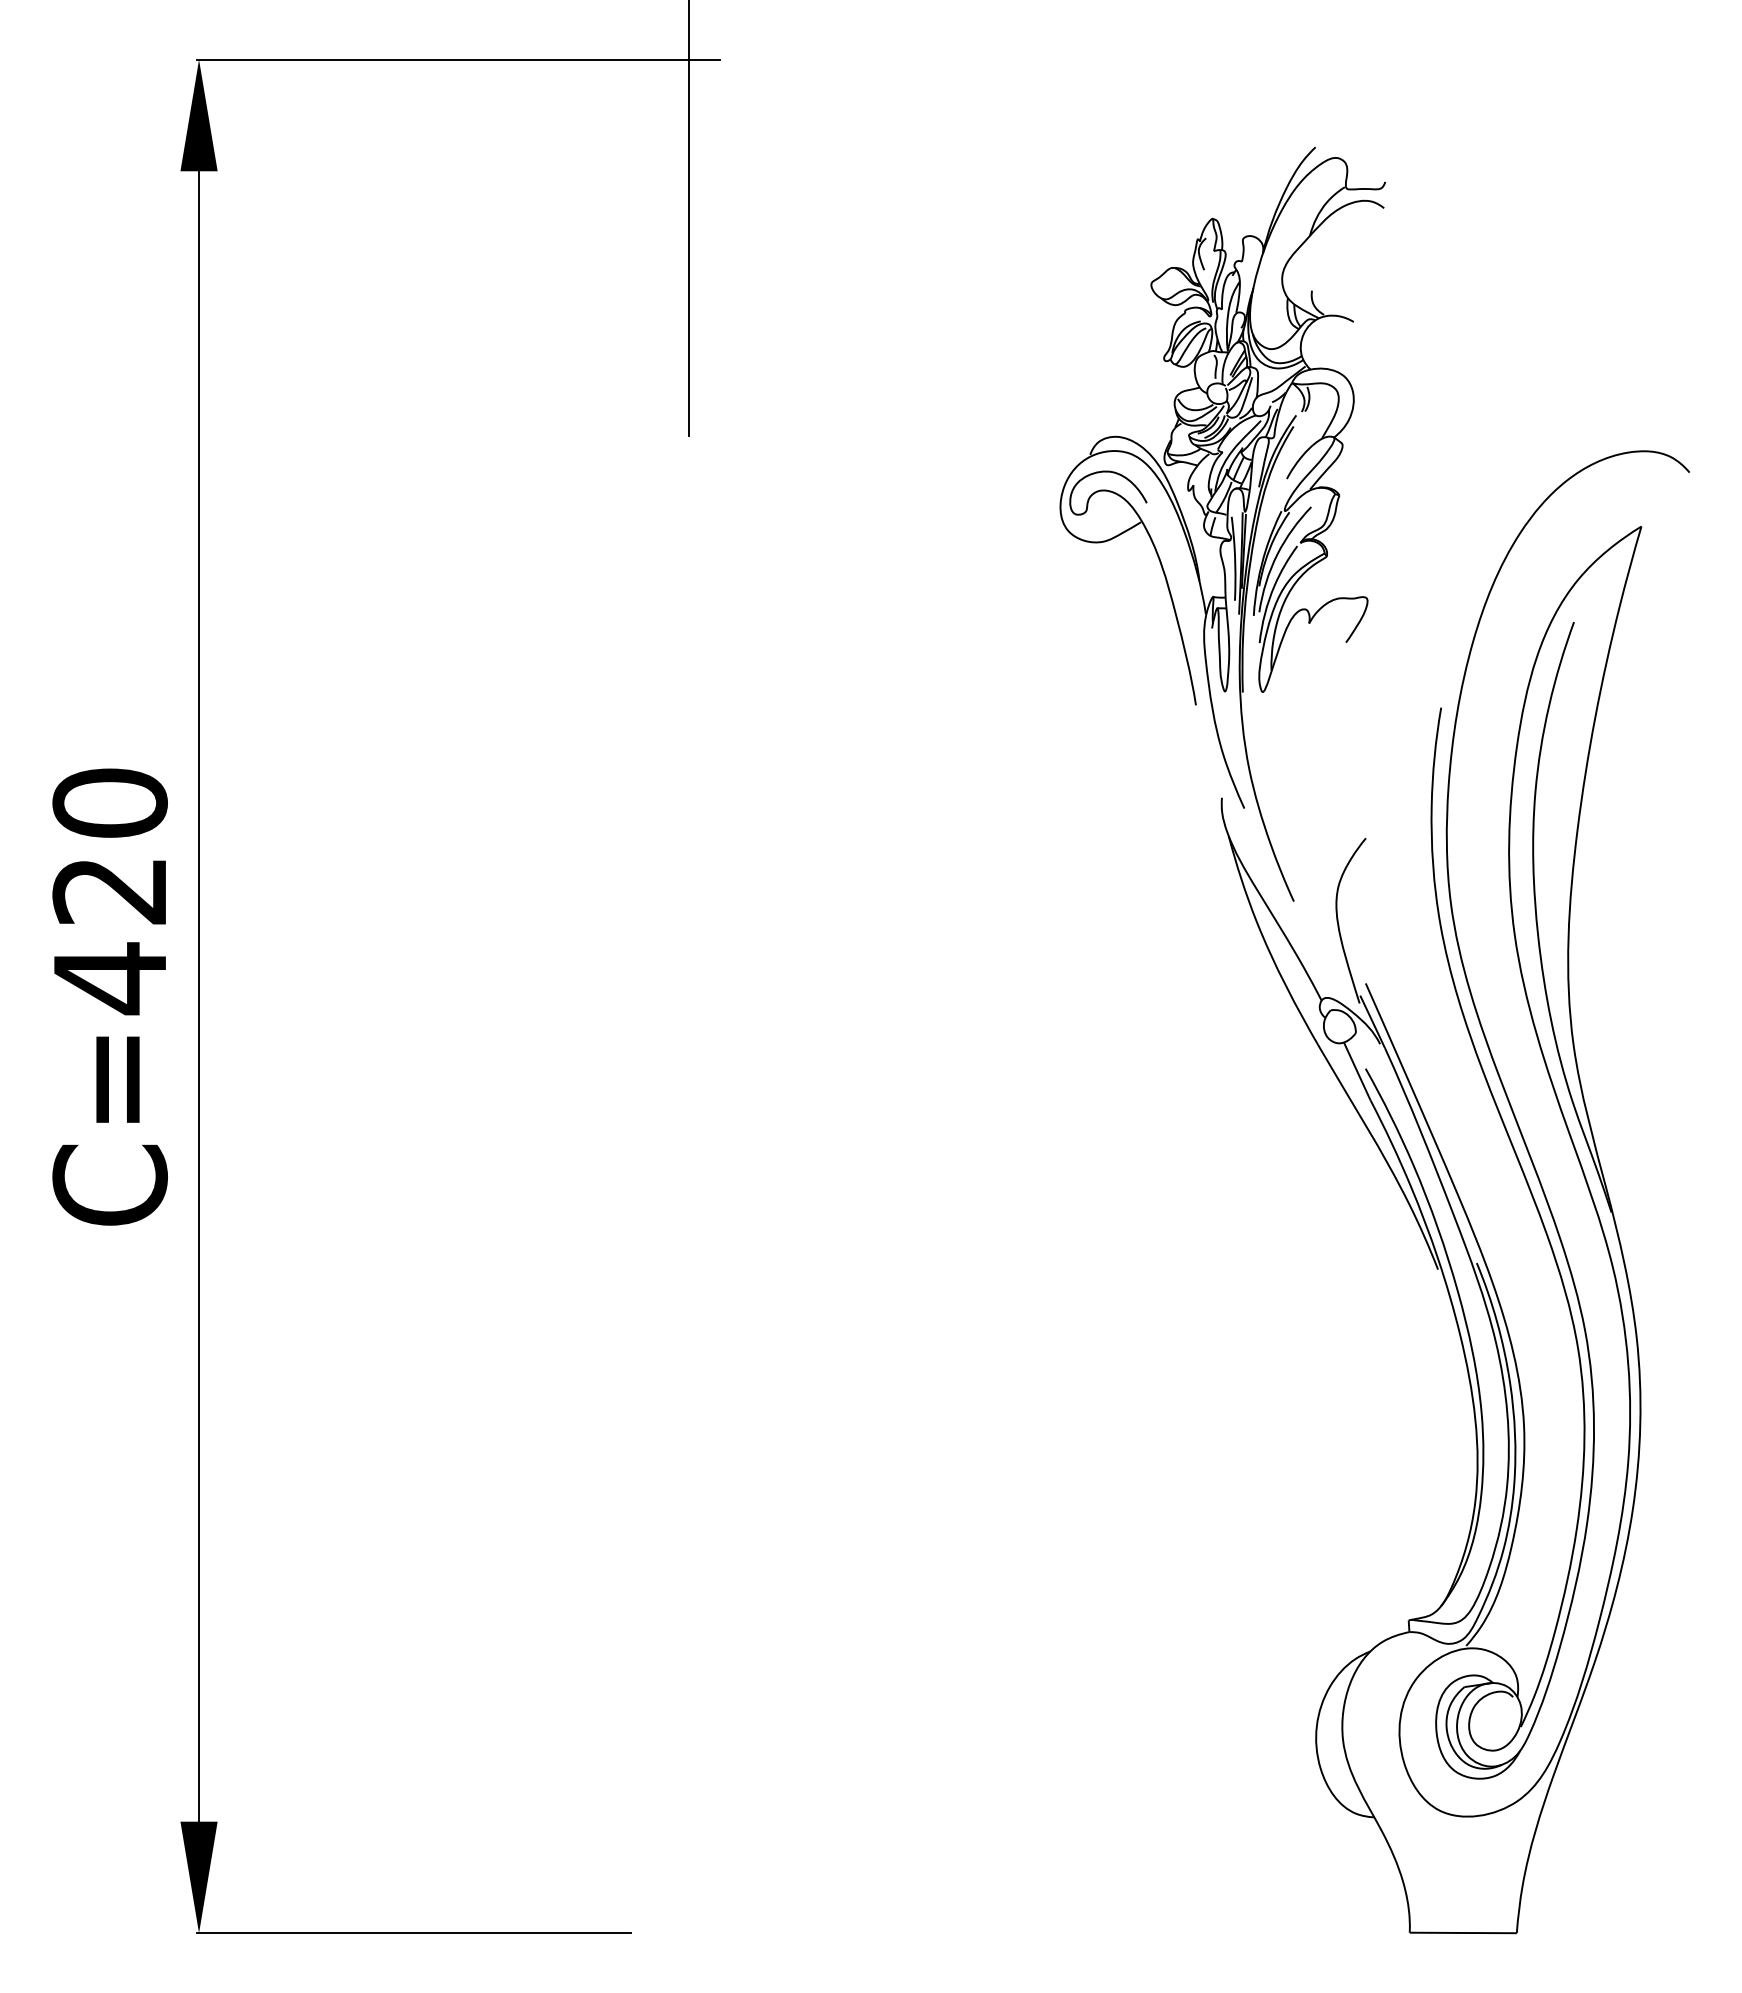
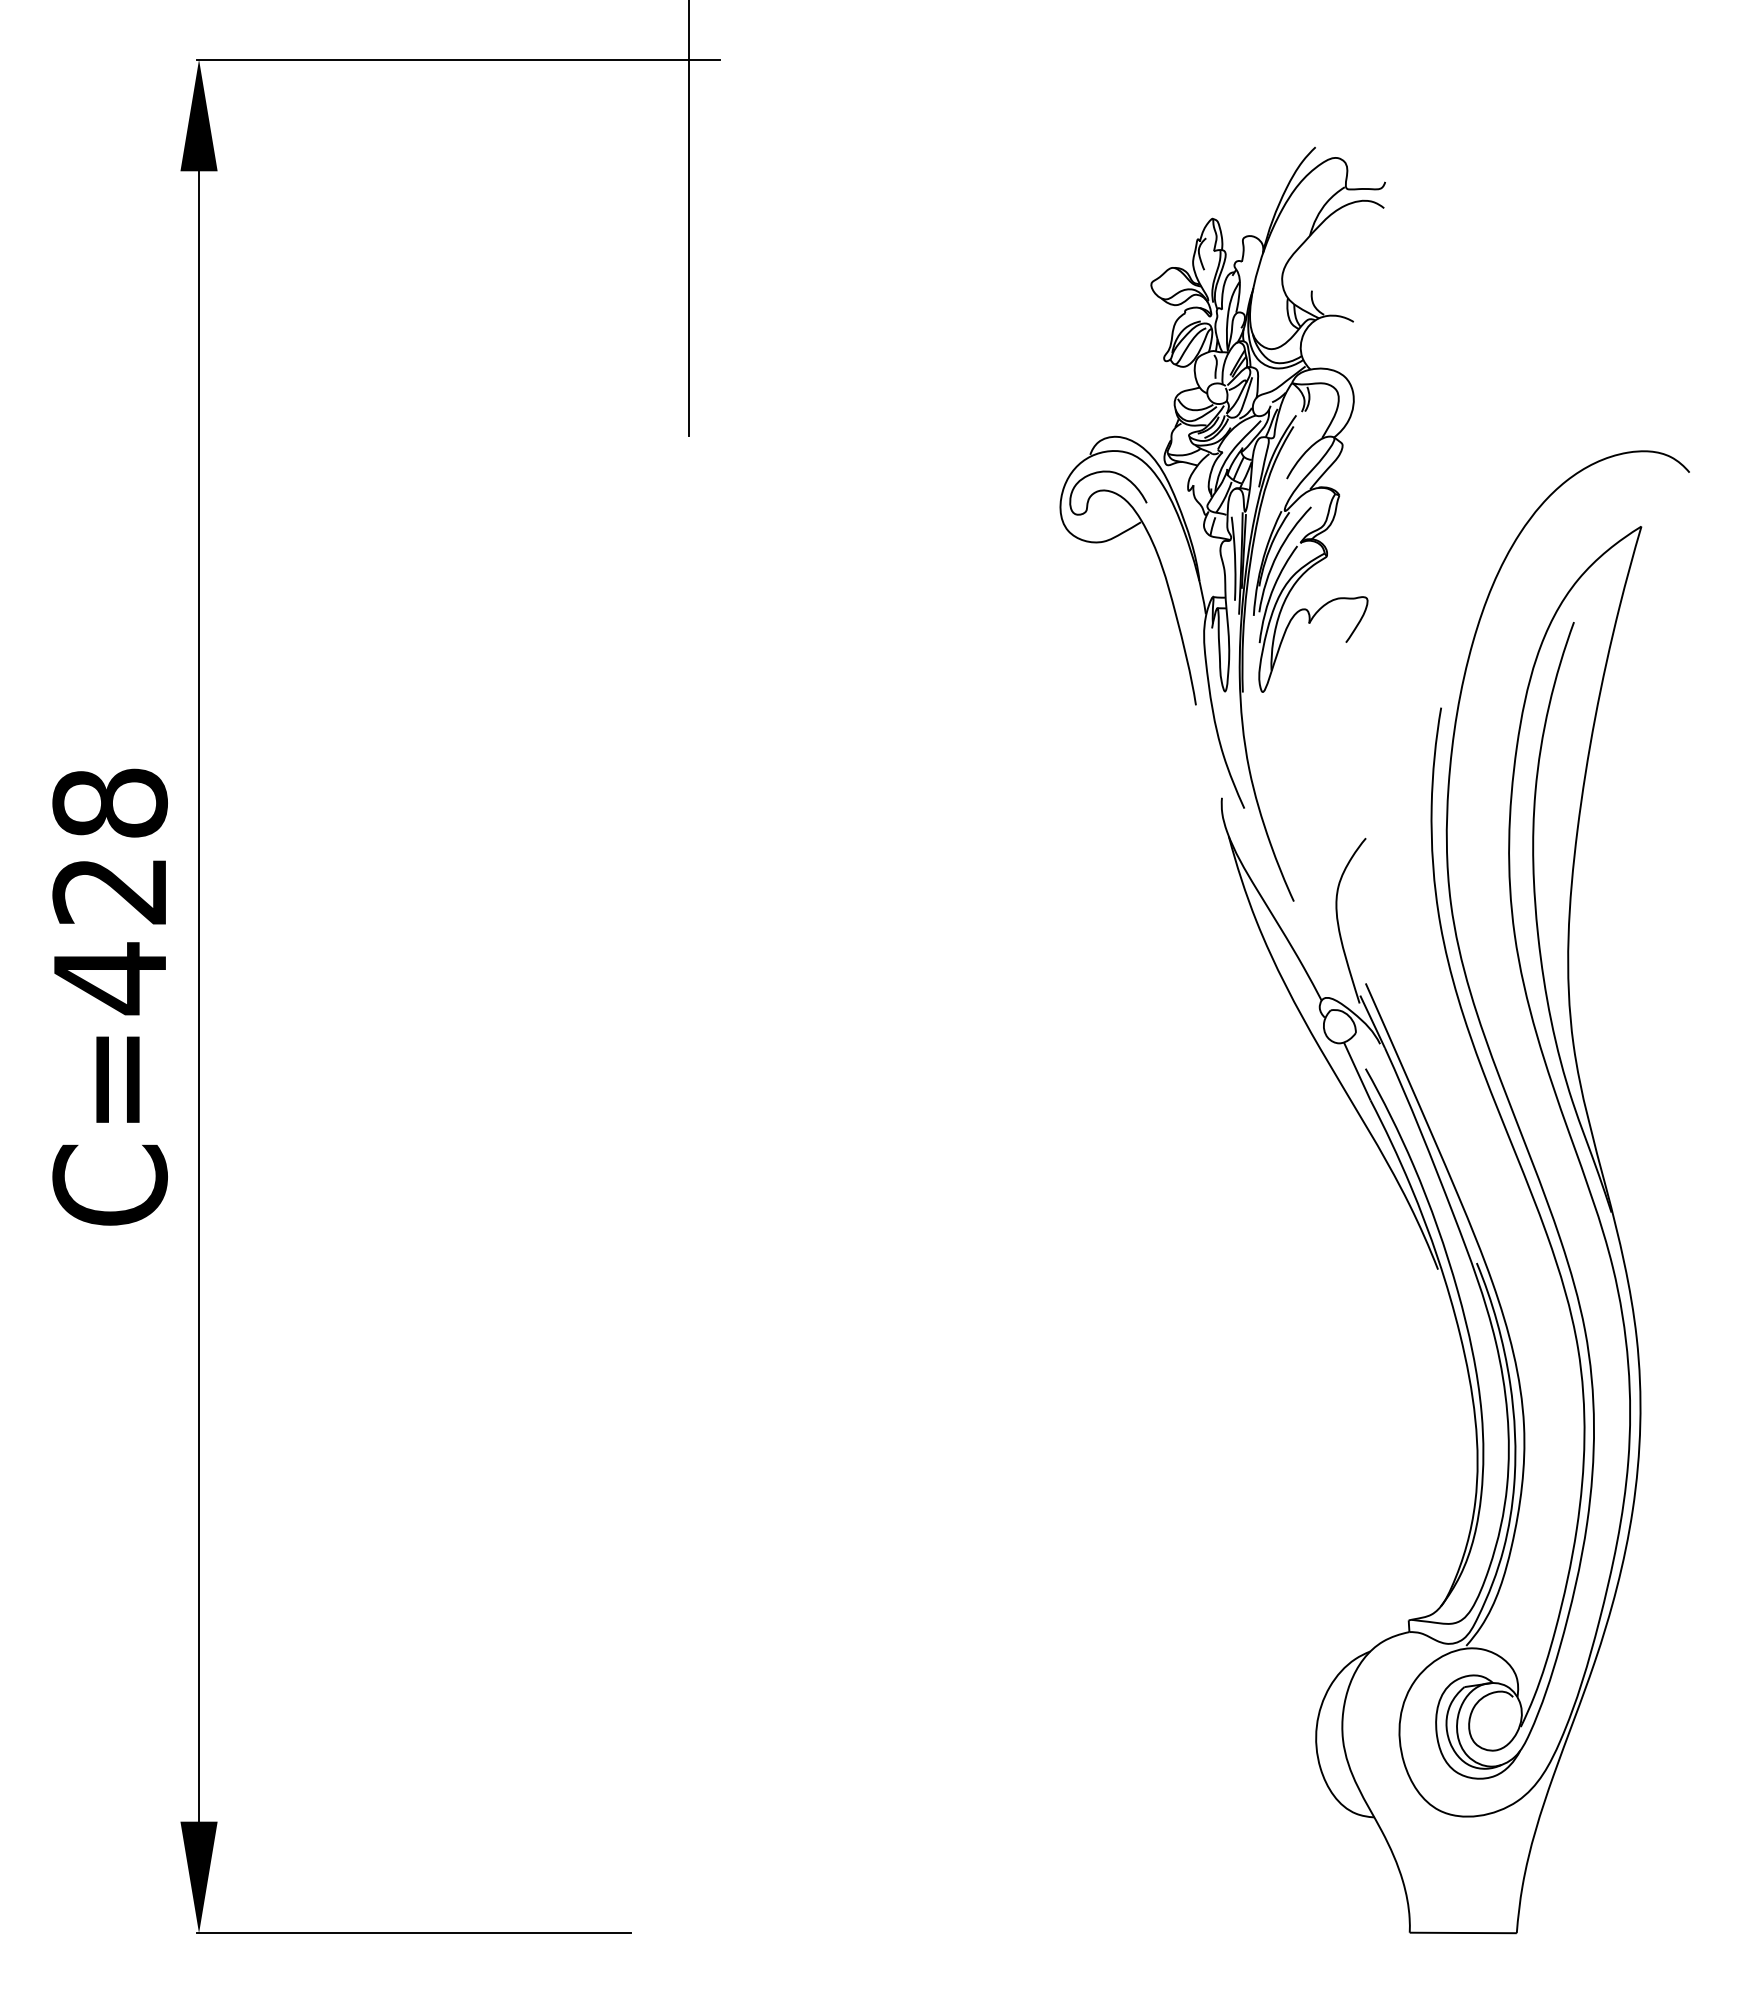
text at (109, 802): C=420 -> C=428
